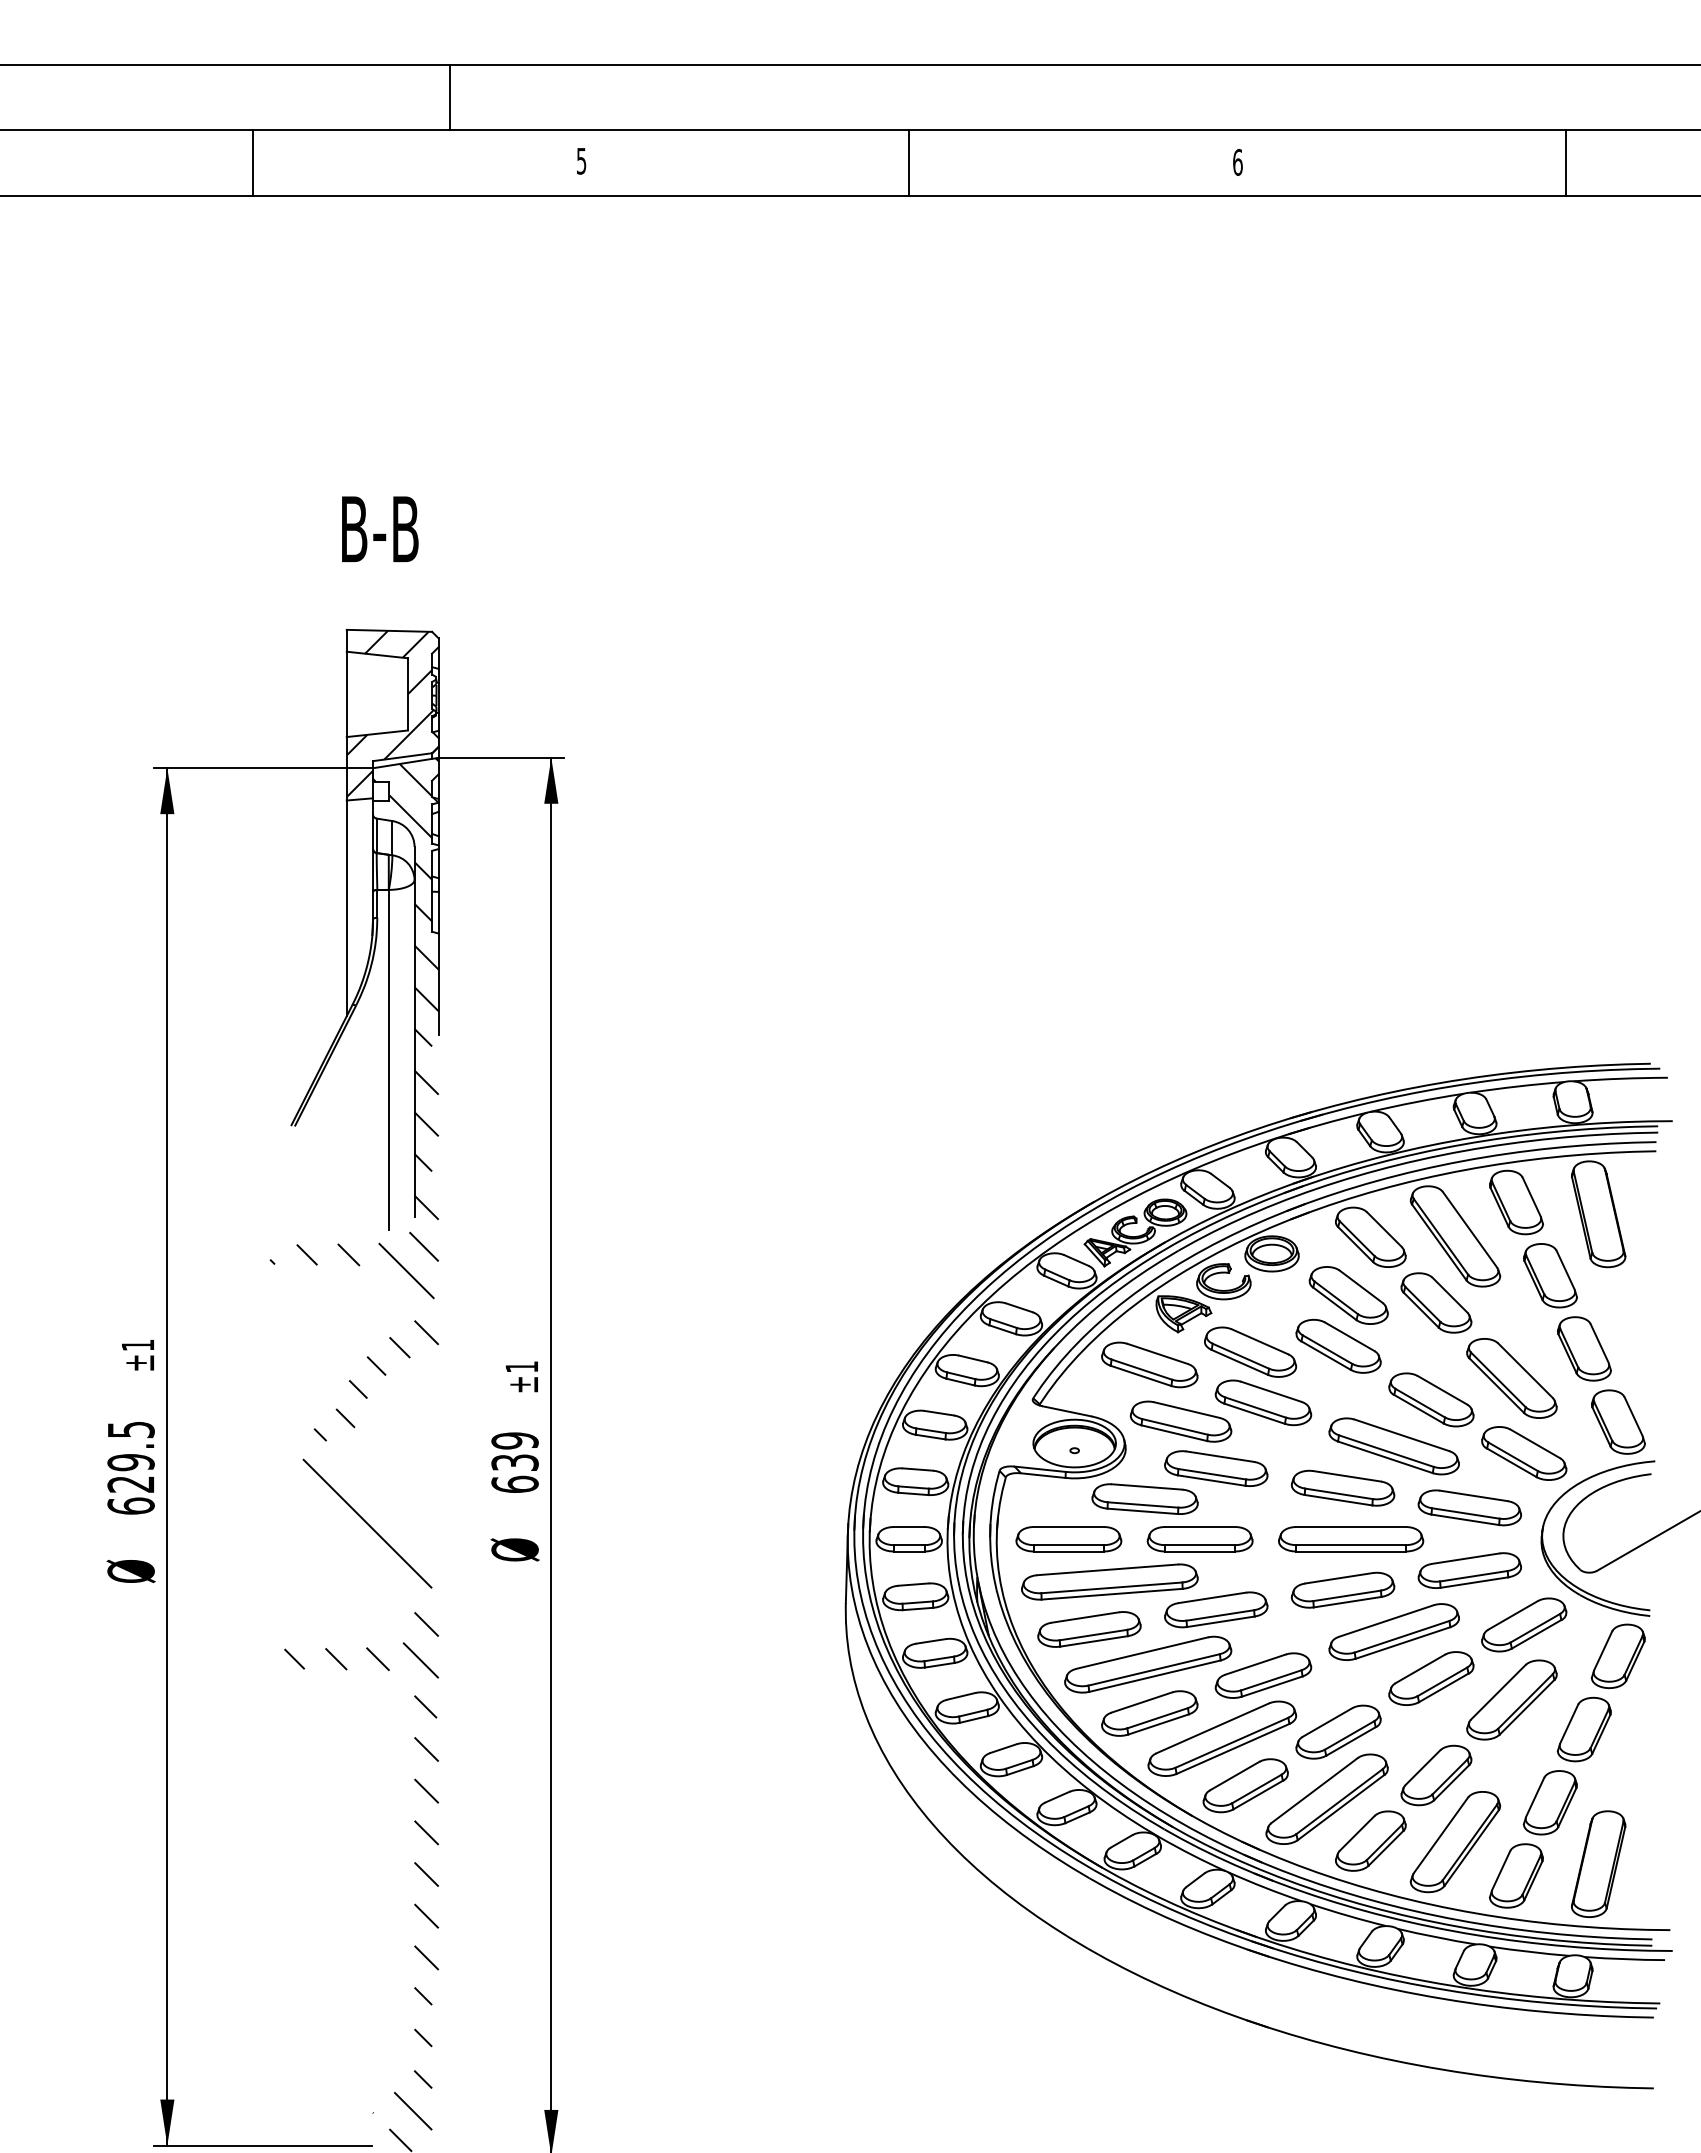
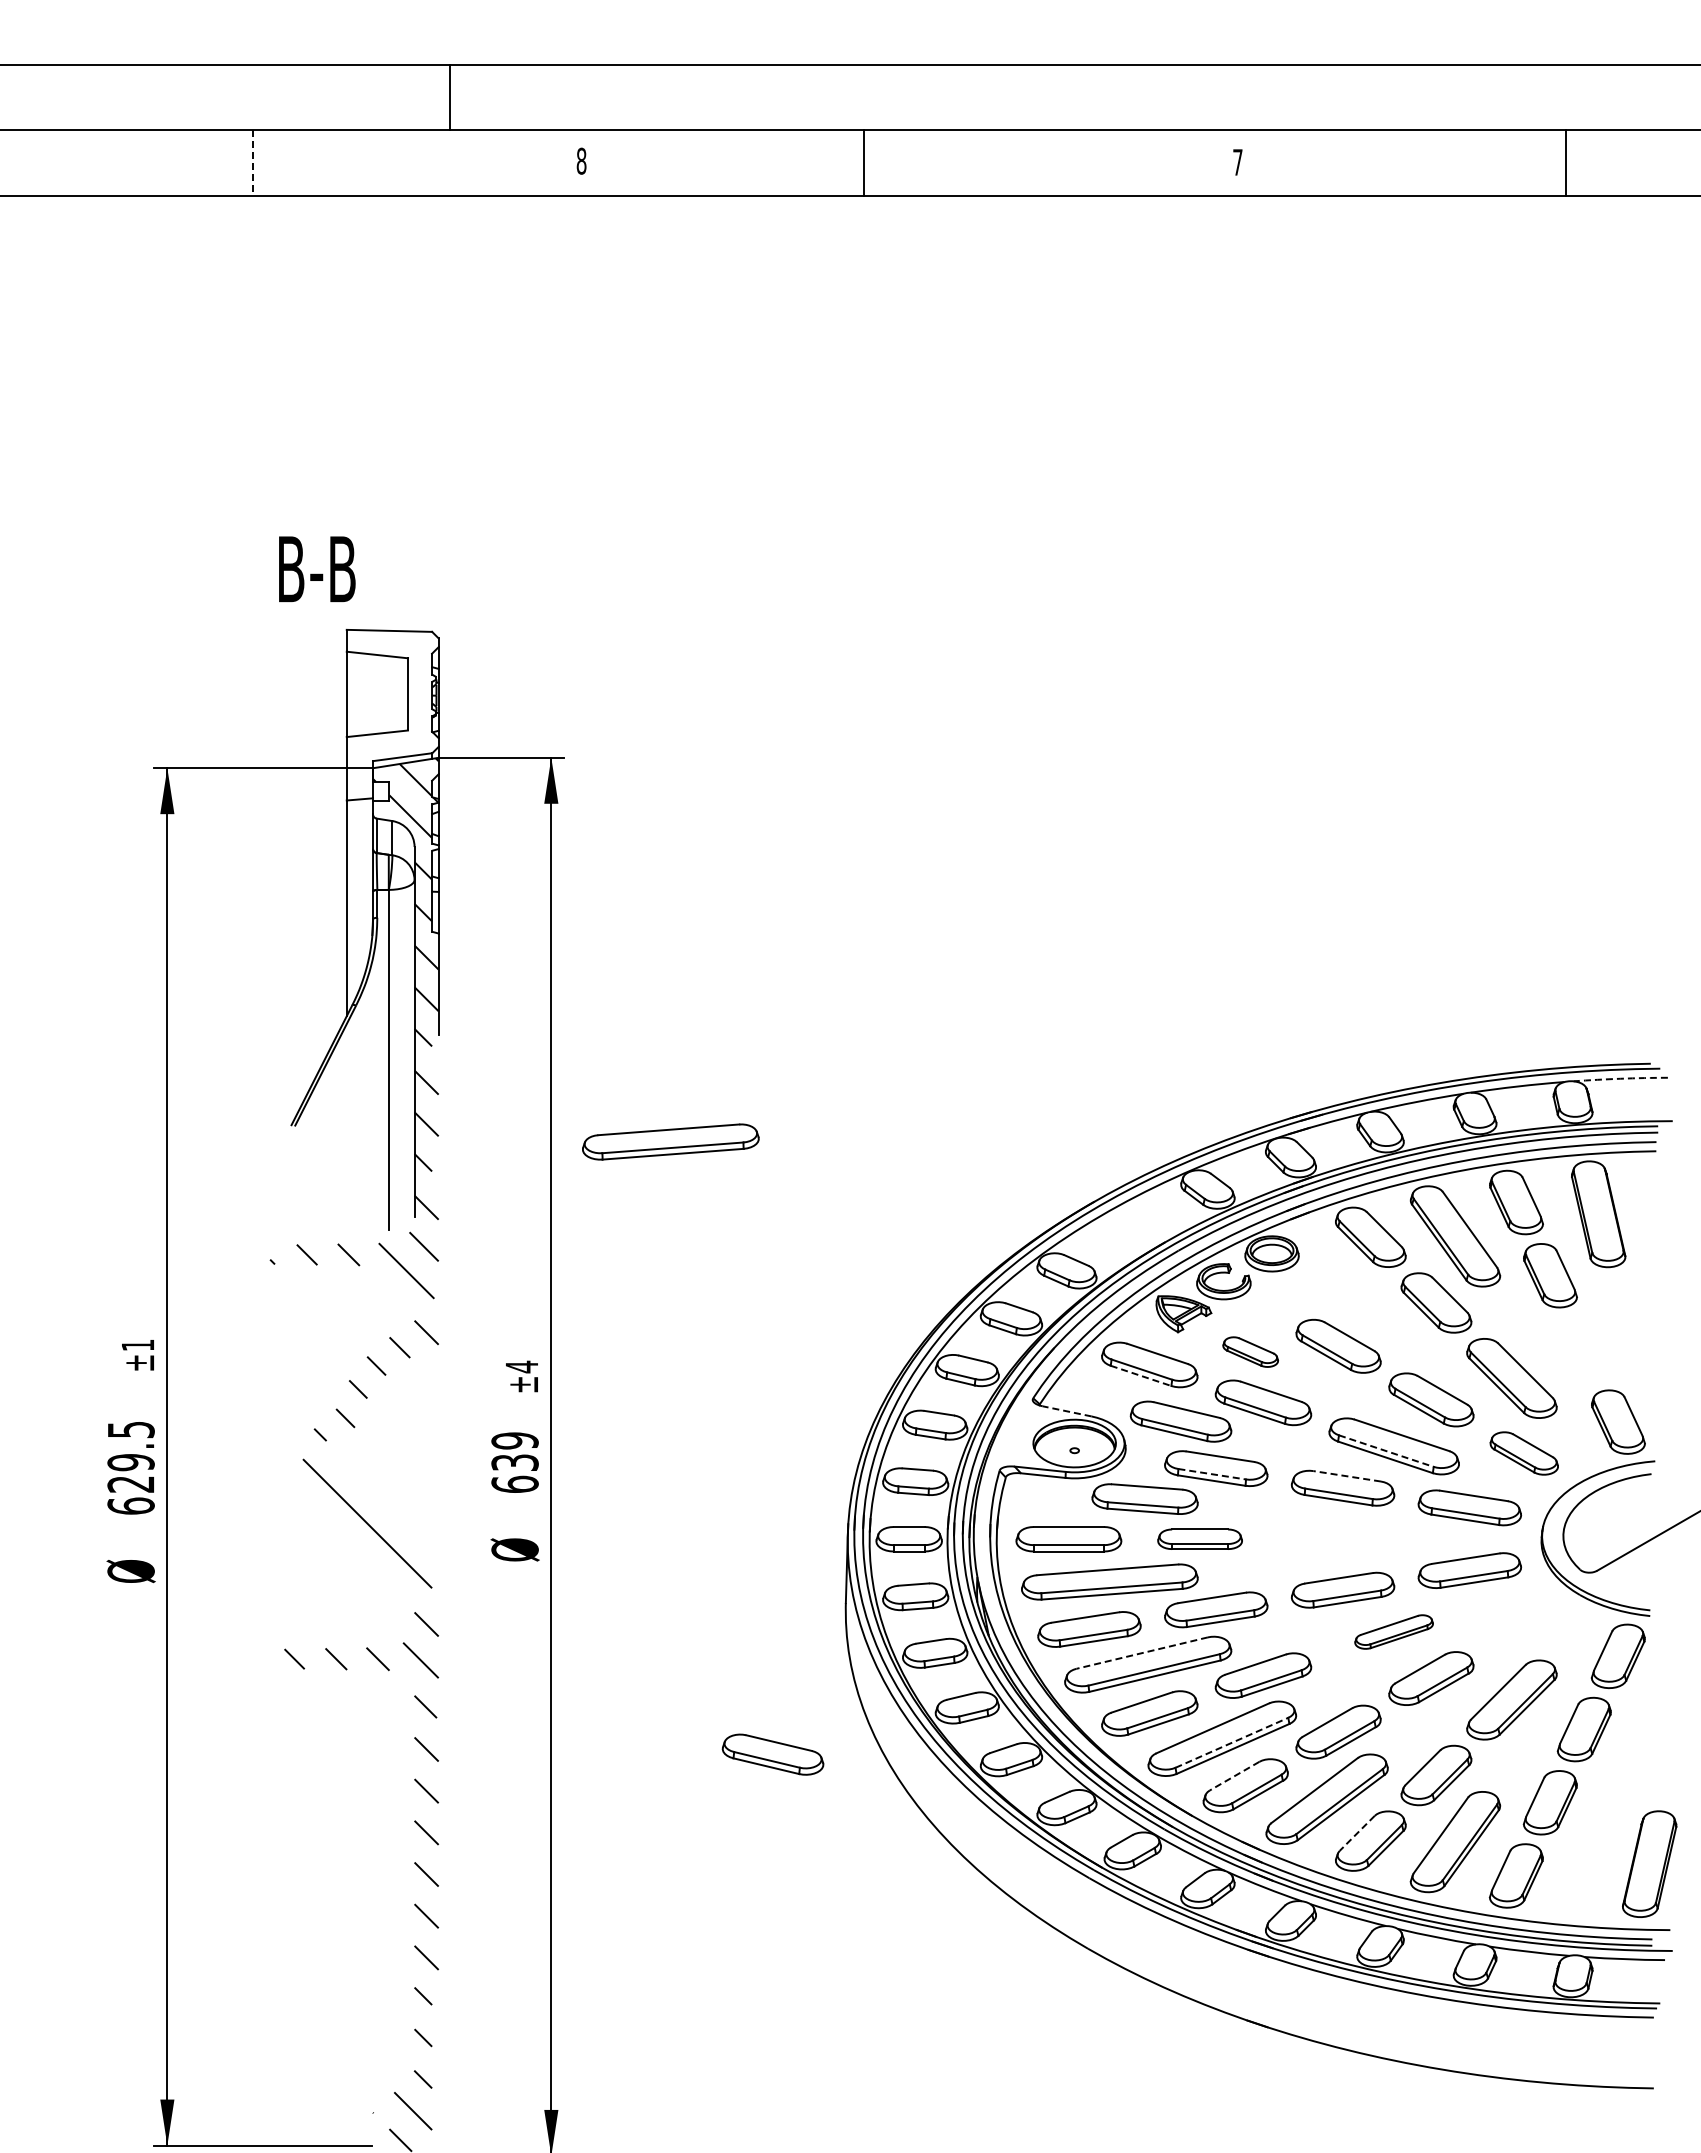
text at (581, 160): 5 -> 8
line at (909, 162) position: (909, 162) -> (864, 162)
text at (1237, 162): 6 -> 7
line at (252, 163): solid -> dashed
text at (380, 529) position: (380, 529) -> (317, 569)
hatch at (392, 713): present -> none
arc at (1620, 1078): solid -> dashed
part at (670, 1141): none -> present
part at (1135, 1232): present -> none
part at (1348, 1295): present -> none
part at (1584, 1348): present -> none
part at (1250, 1351) size: 94x52 px -> 57x32 px
text at (521, 1366): ±1 -> ±4
line at (1141, 1375): solid -> dashed
line at (1067, 1411): solid -> dashed
line at (1386, 1451): solid -> dashed
part at (1524, 1453) size: 87x55 px -> 70x45 px
line at (1212, 1474): solid -> dashed
line at (1346, 1476): solid -> dashed
part at (1199, 1539) size: 108x27 px -> 86x22 px
part at (1351, 1539): present -> none
part at (1524, 1624): present -> none
part at (1393, 1631) size: 132x58 px -> 80x36 px
line at (1142, 1653): solid -> dashed
line at (1231, 1742): solid -> dashed
part at (772, 1754): none -> present
line at (1234, 1776): solid -> dashed
line at (1357, 1833): solid -> dashed
part at (1598, 1863) position: (1598, 1863) -> (1649, 1863)
